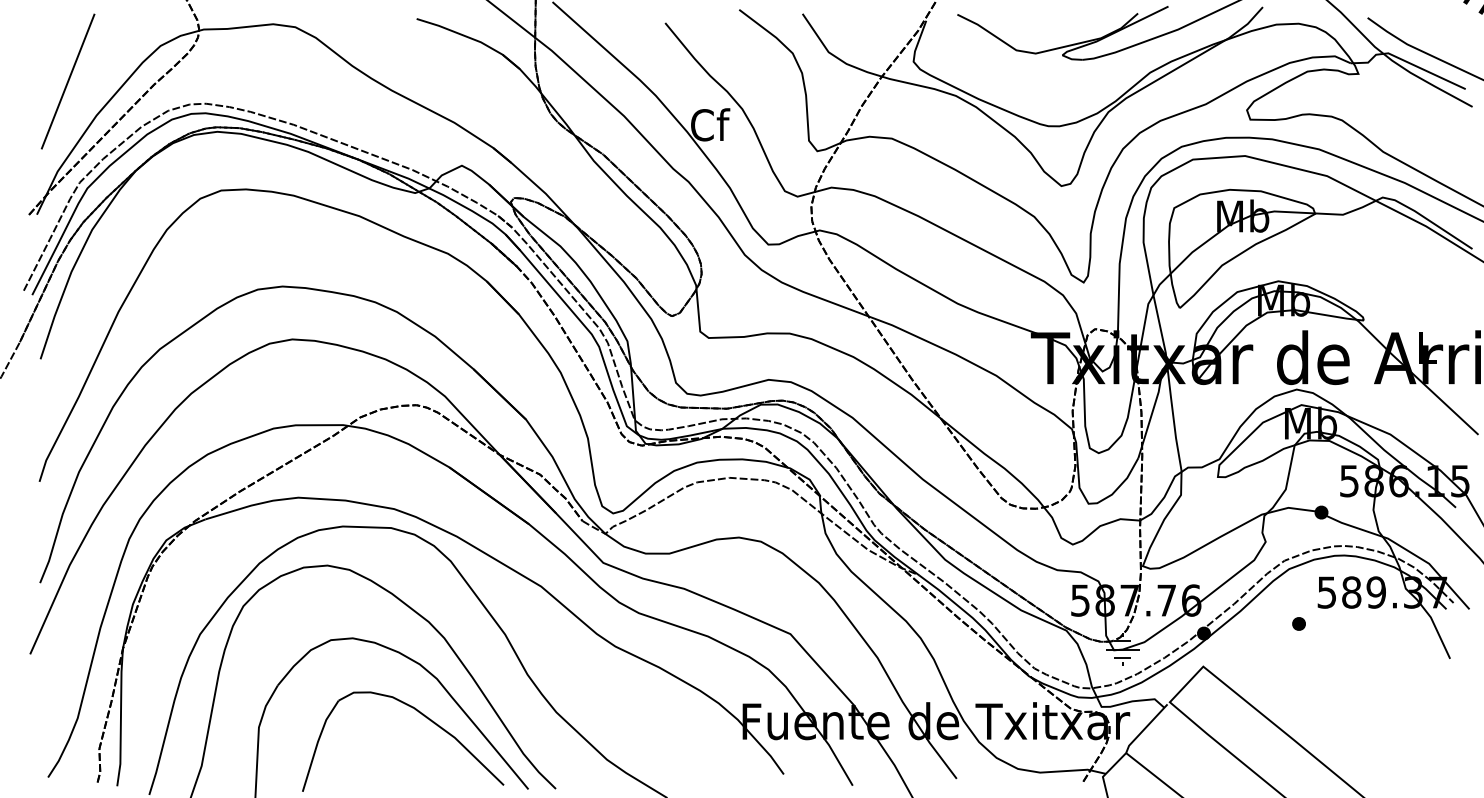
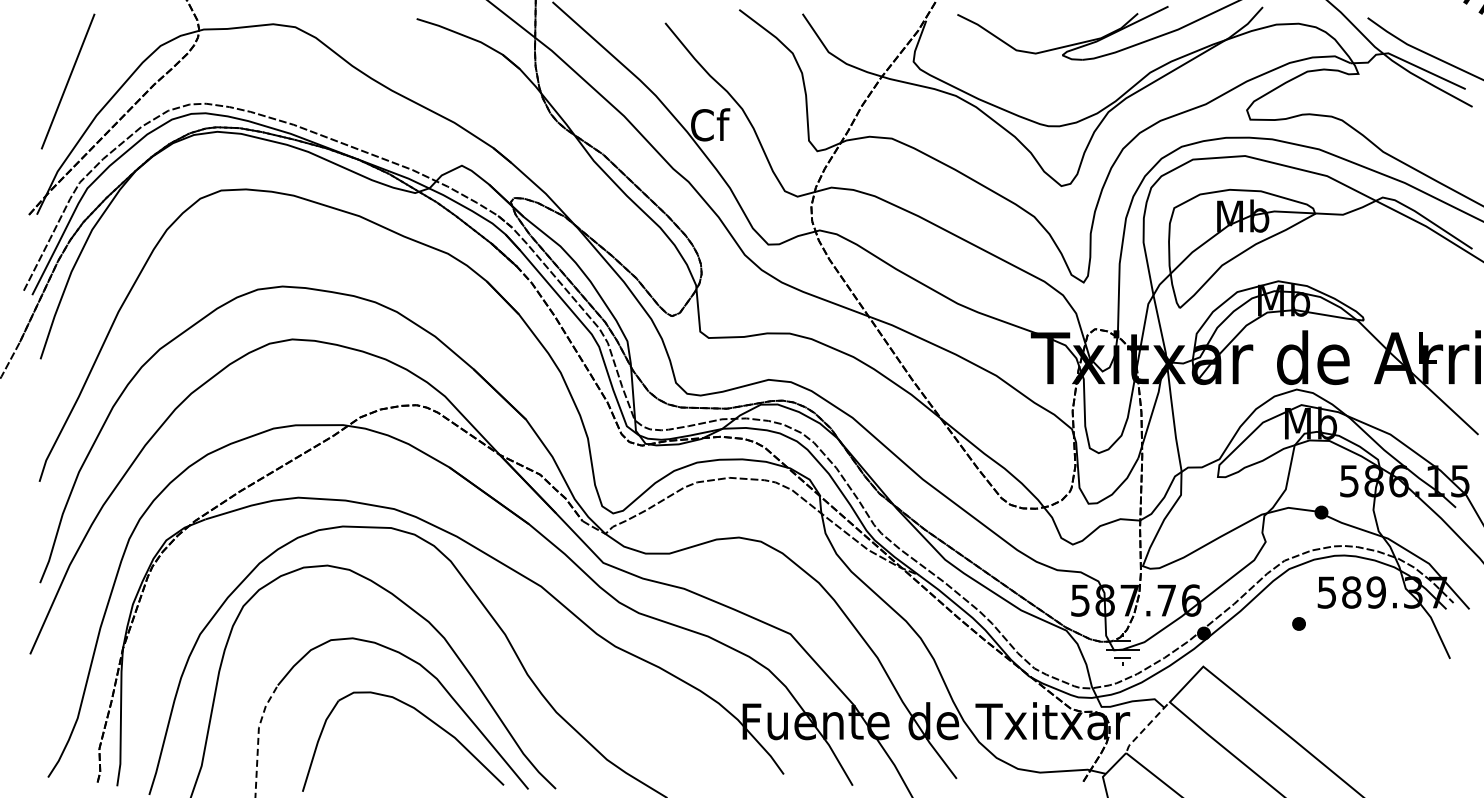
line at (1145, 728): solid -> dashed
line at (258, 738): solid -> dashed
